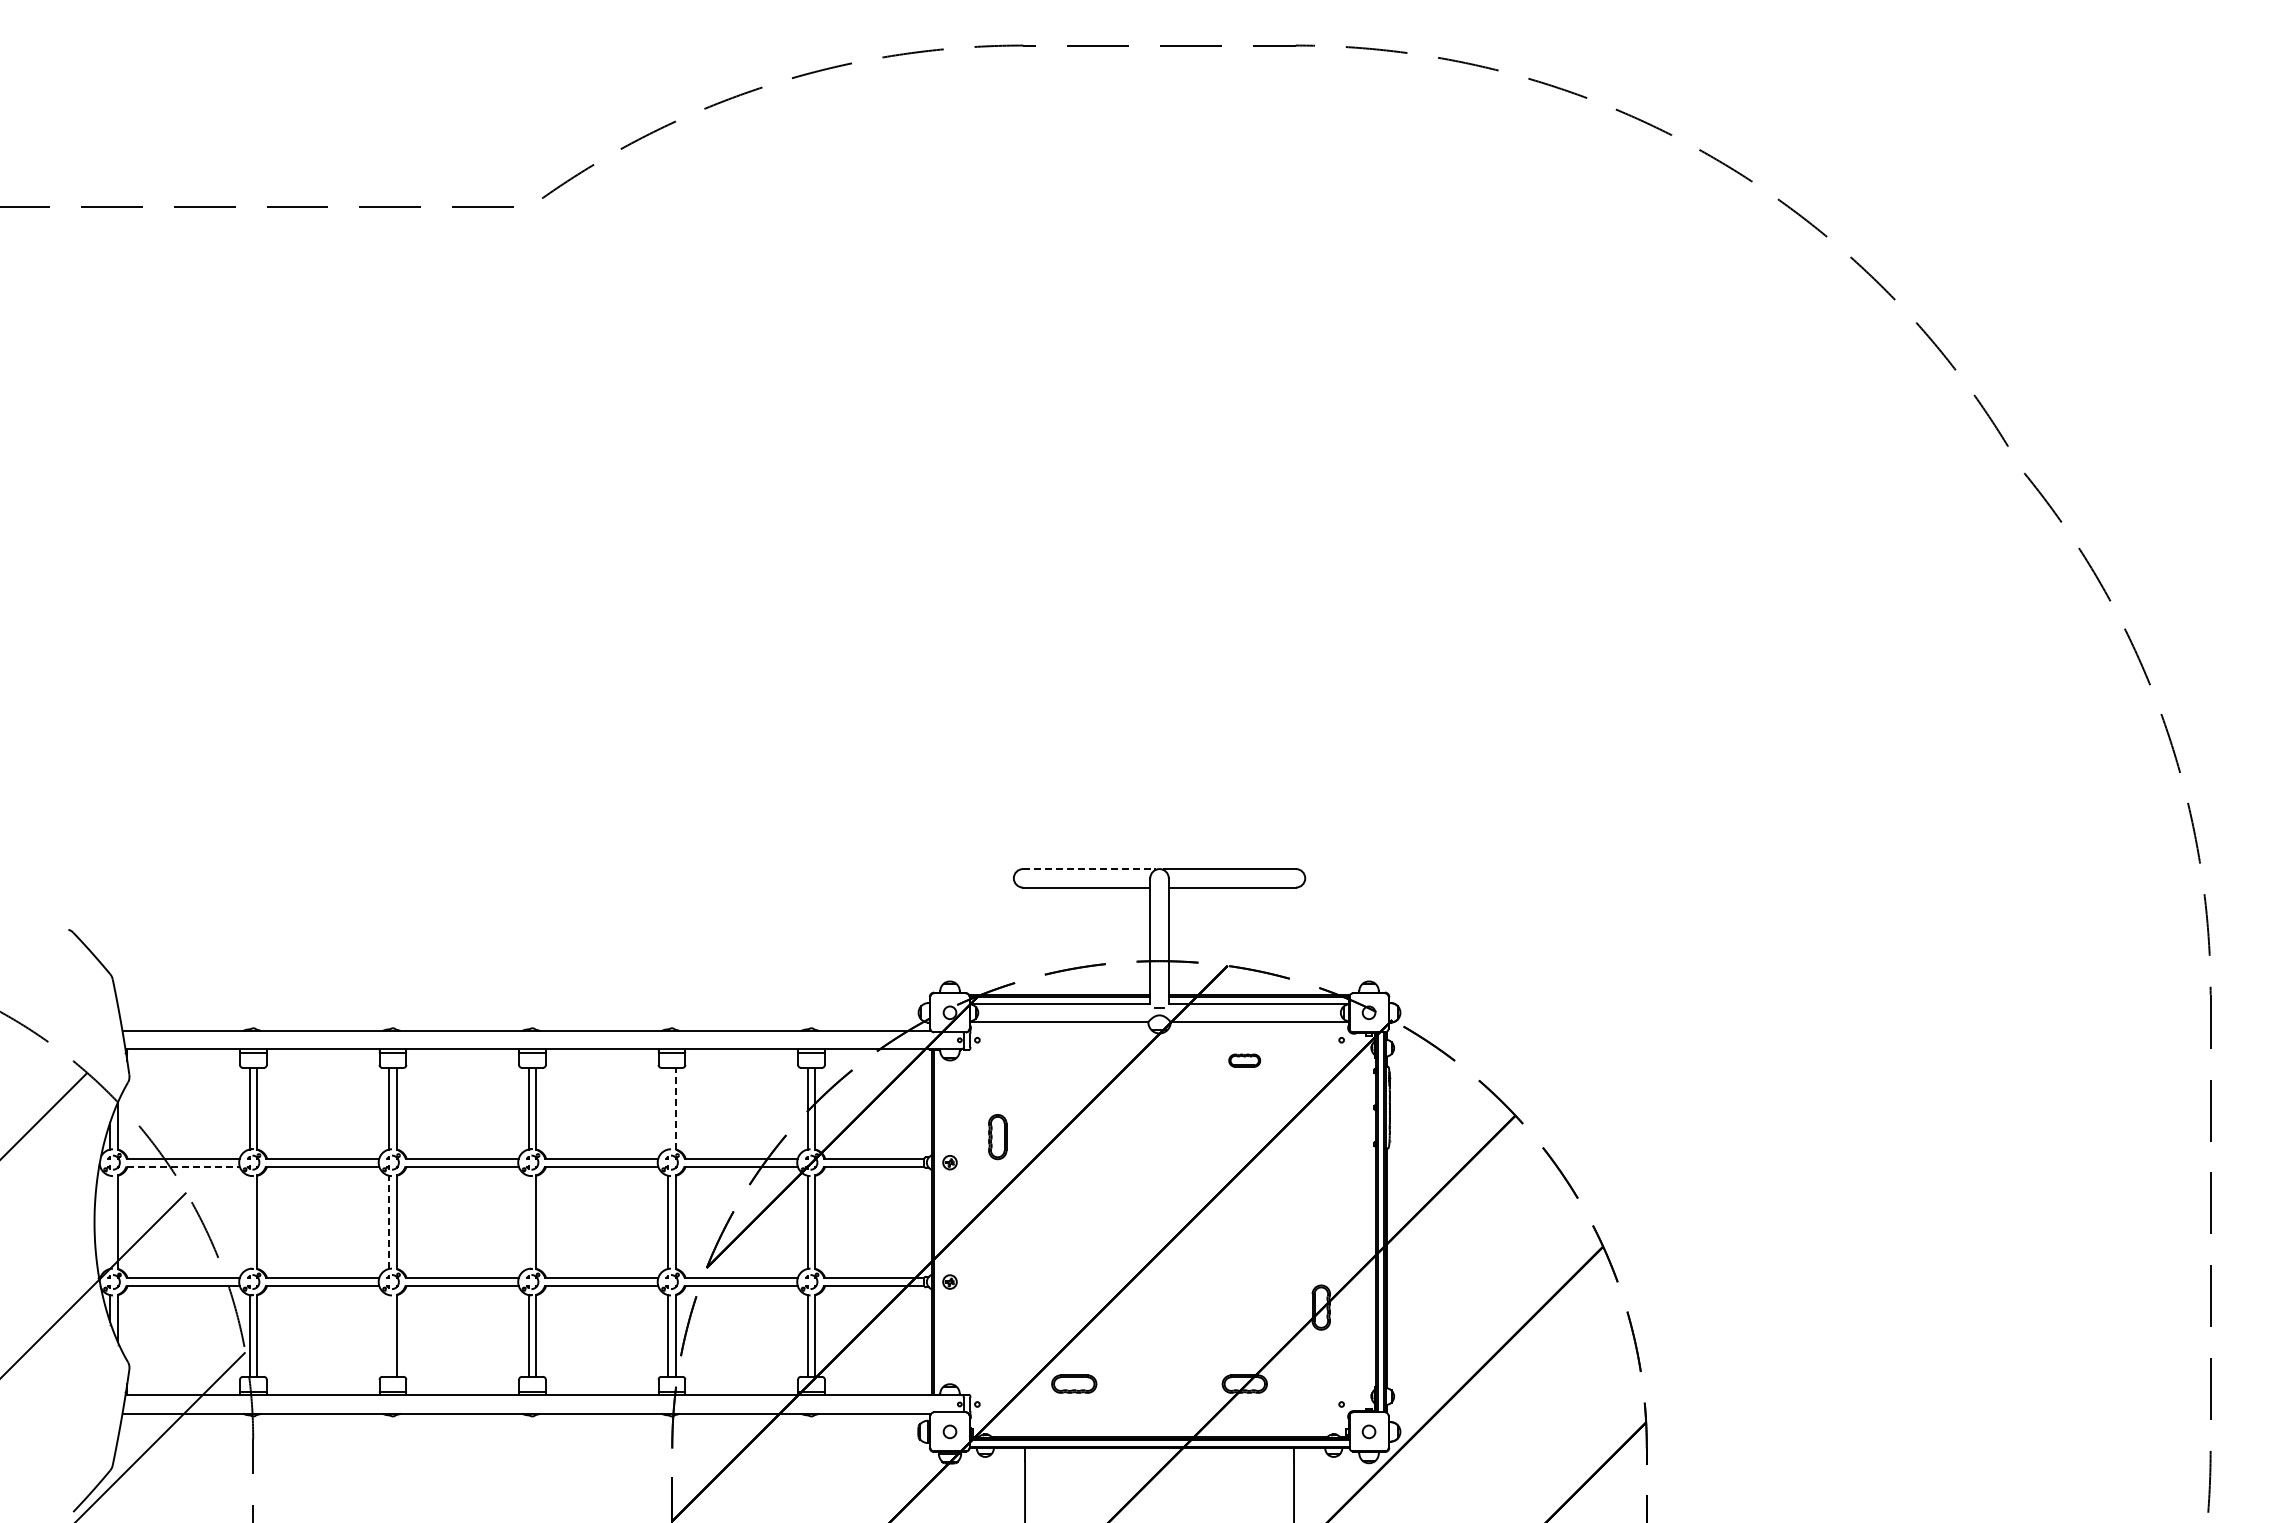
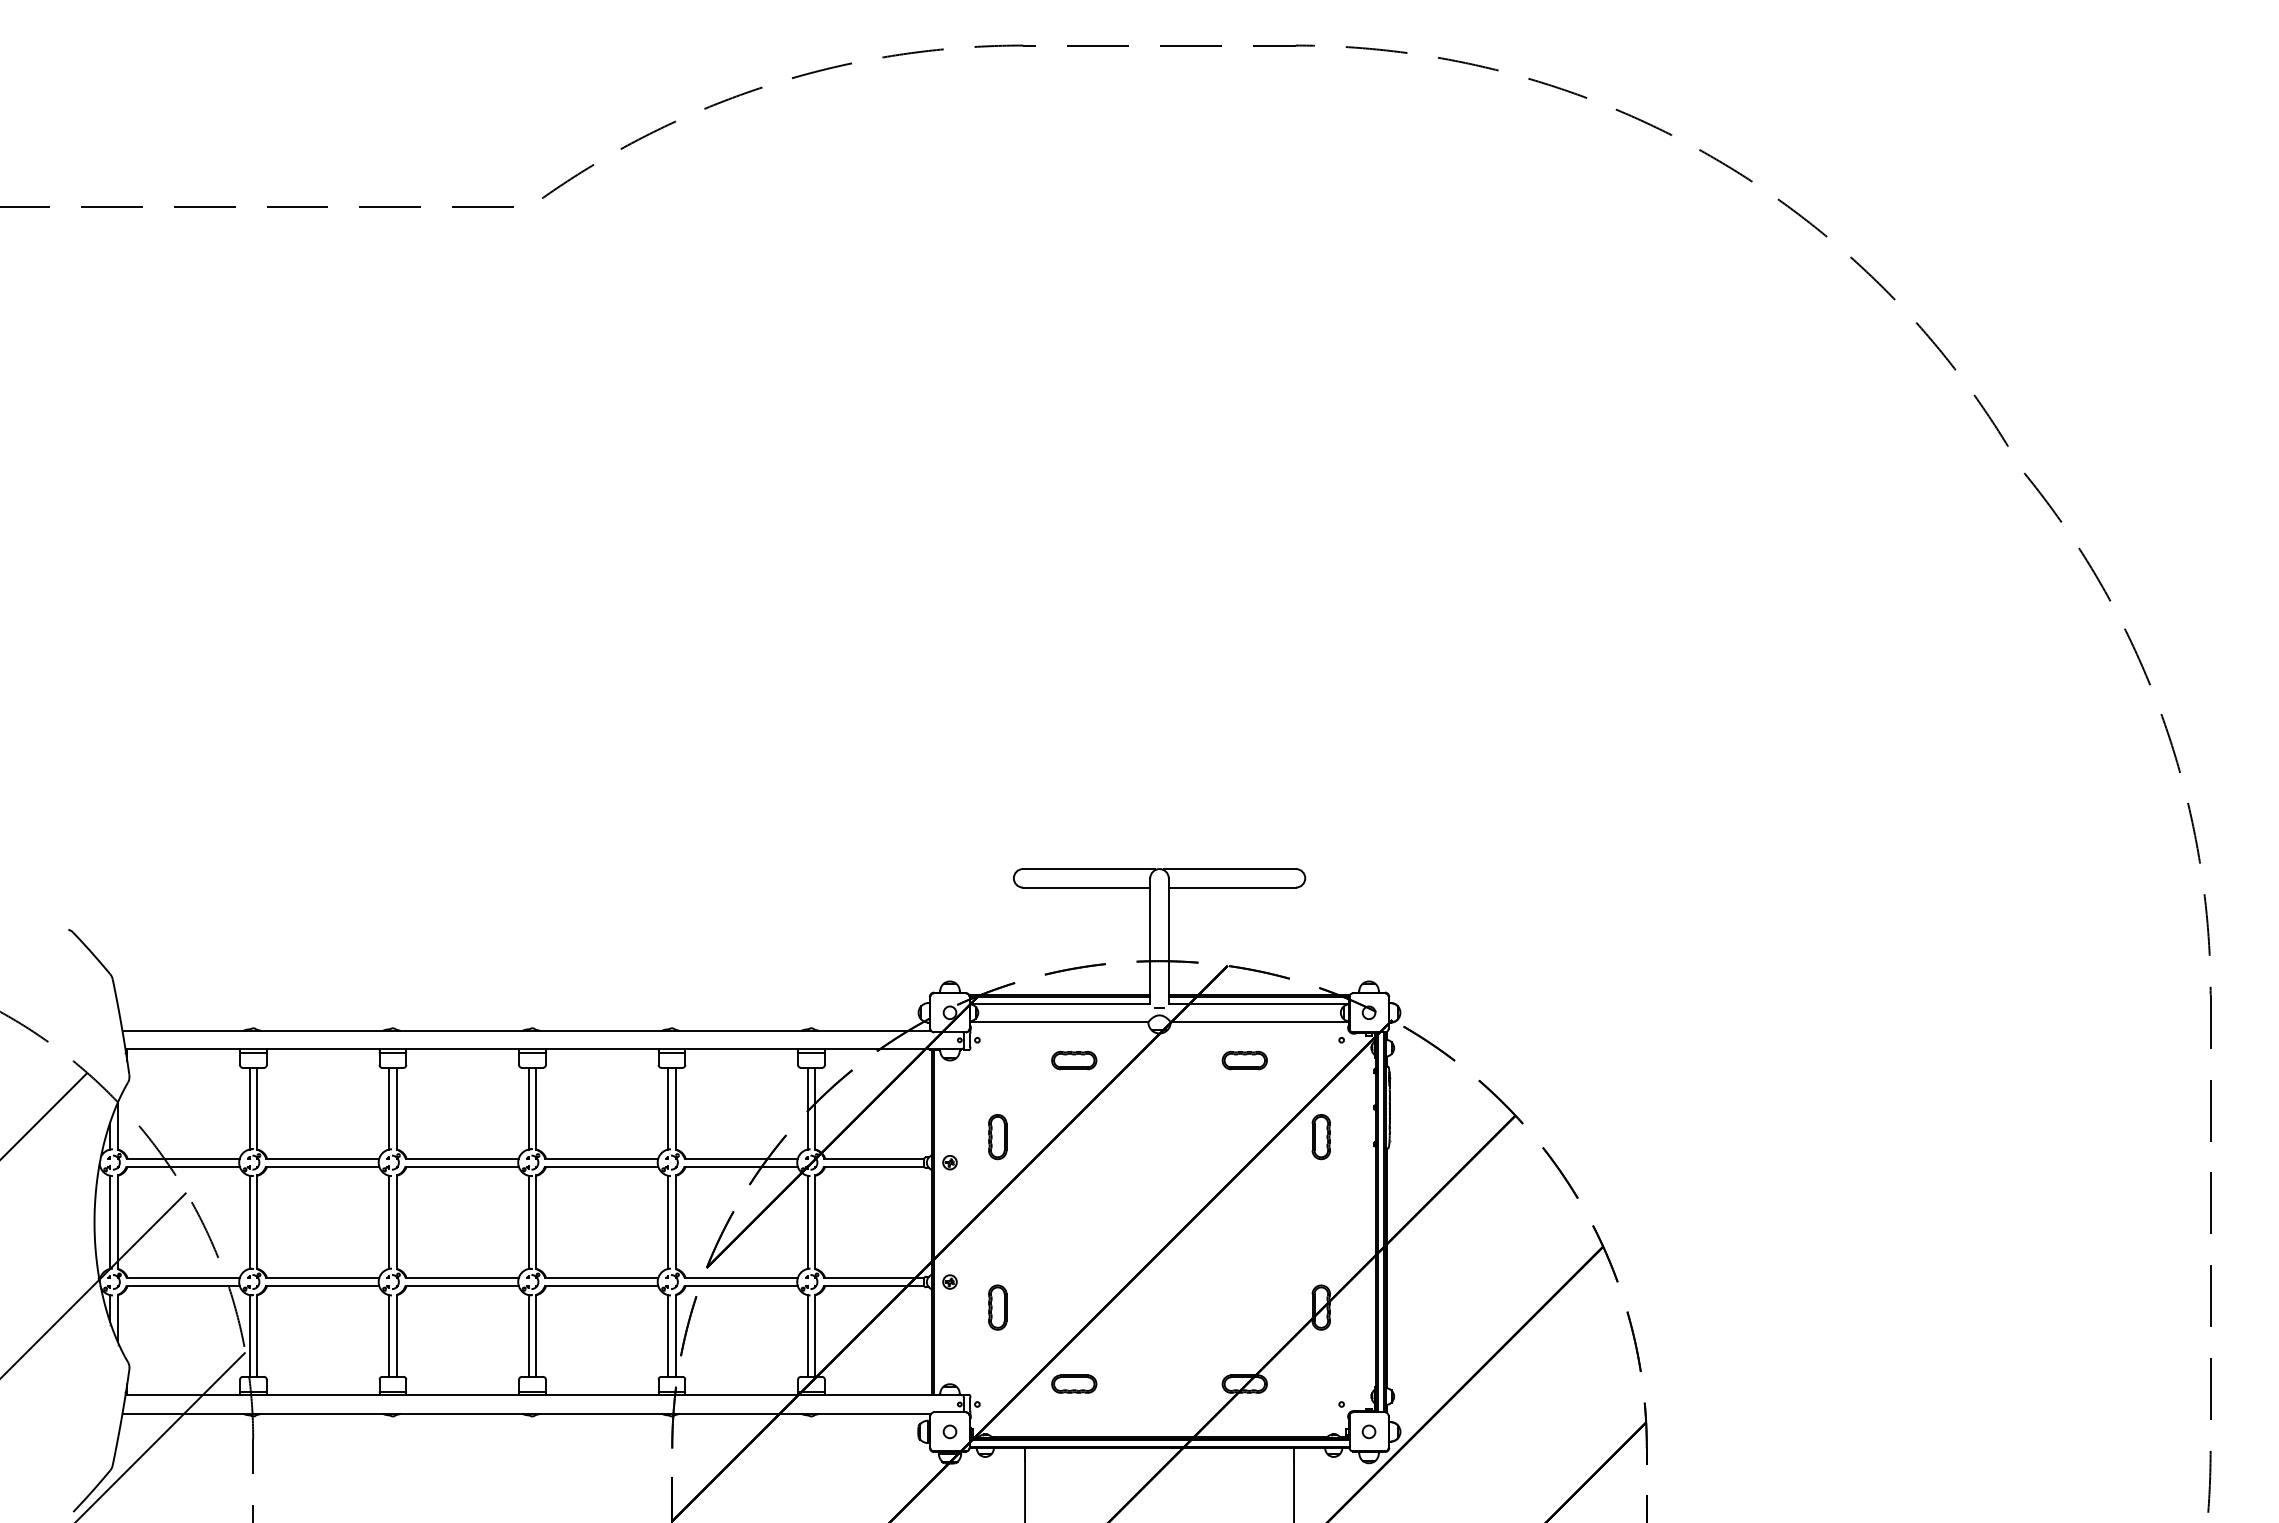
line at (1089, 869): dashed -> solid
part at (1074, 1060): none -> present
part at (1244, 1060) size: 34x15 px -> 47x20 px
line at (668, 1108): none -> present
line at (675, 1108): dashed -> solid
part at (1320, 1137): none -> present
line at (183, 1166): dashed -> solid
line at (110, 1221): none -> present
line at (249, 1221): none -> present
line at (528, 1221): none -> present
line at (389, 1222): dashed -> solid
part at (997, 1307): none -> present
line at (389, 1335): none -> present
